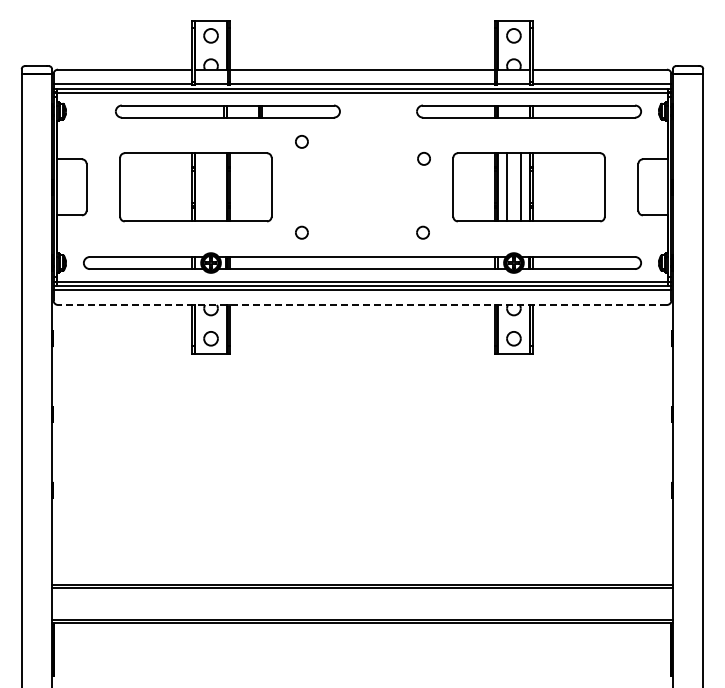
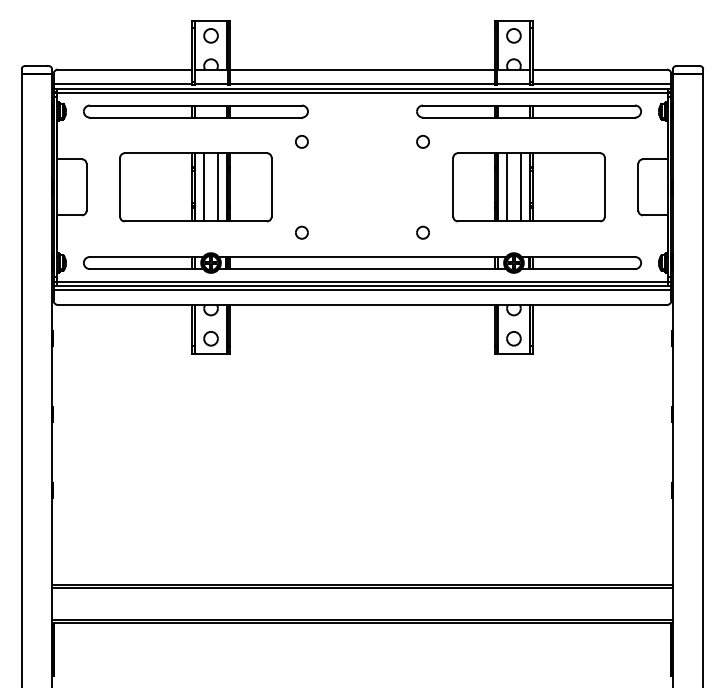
part at (227, 111) position: (227, 111) -> (195, 111)
part at (423, 158) position: (423, 158) -> (422, 141)
line at (204, 187): none -> present
line at (217, 187): none -> present
line at (362, 305): dashed -> solid
